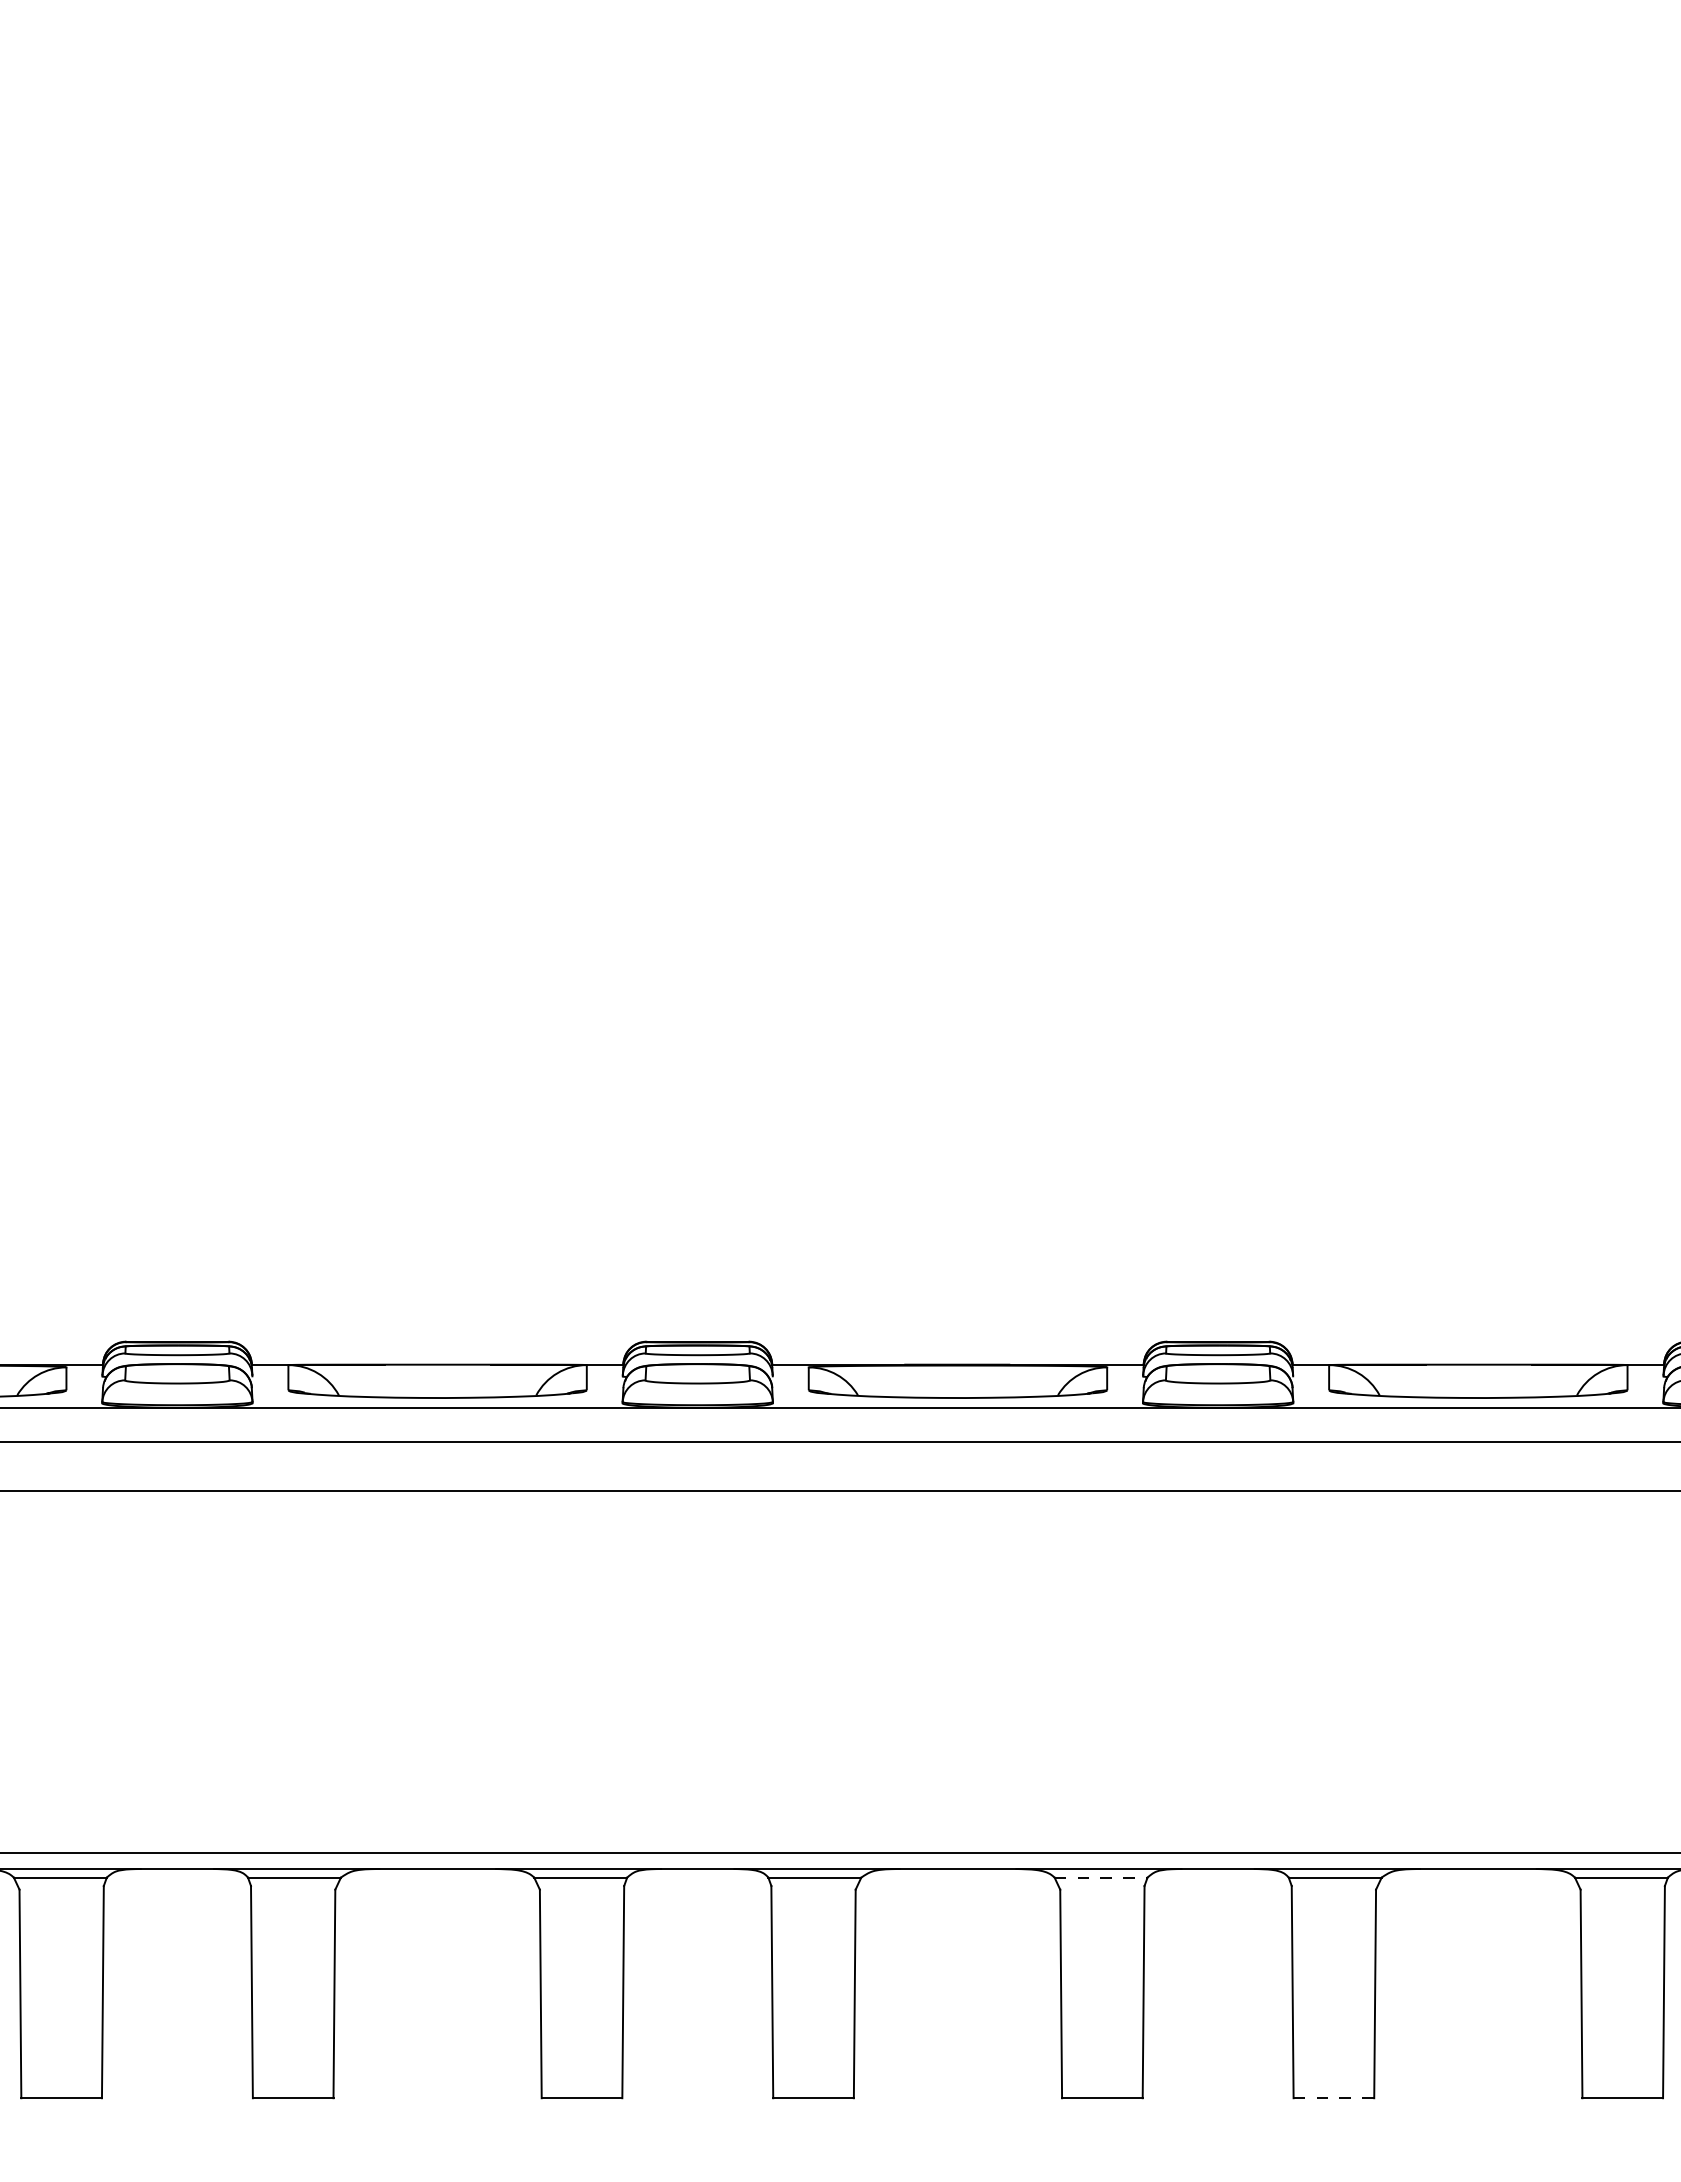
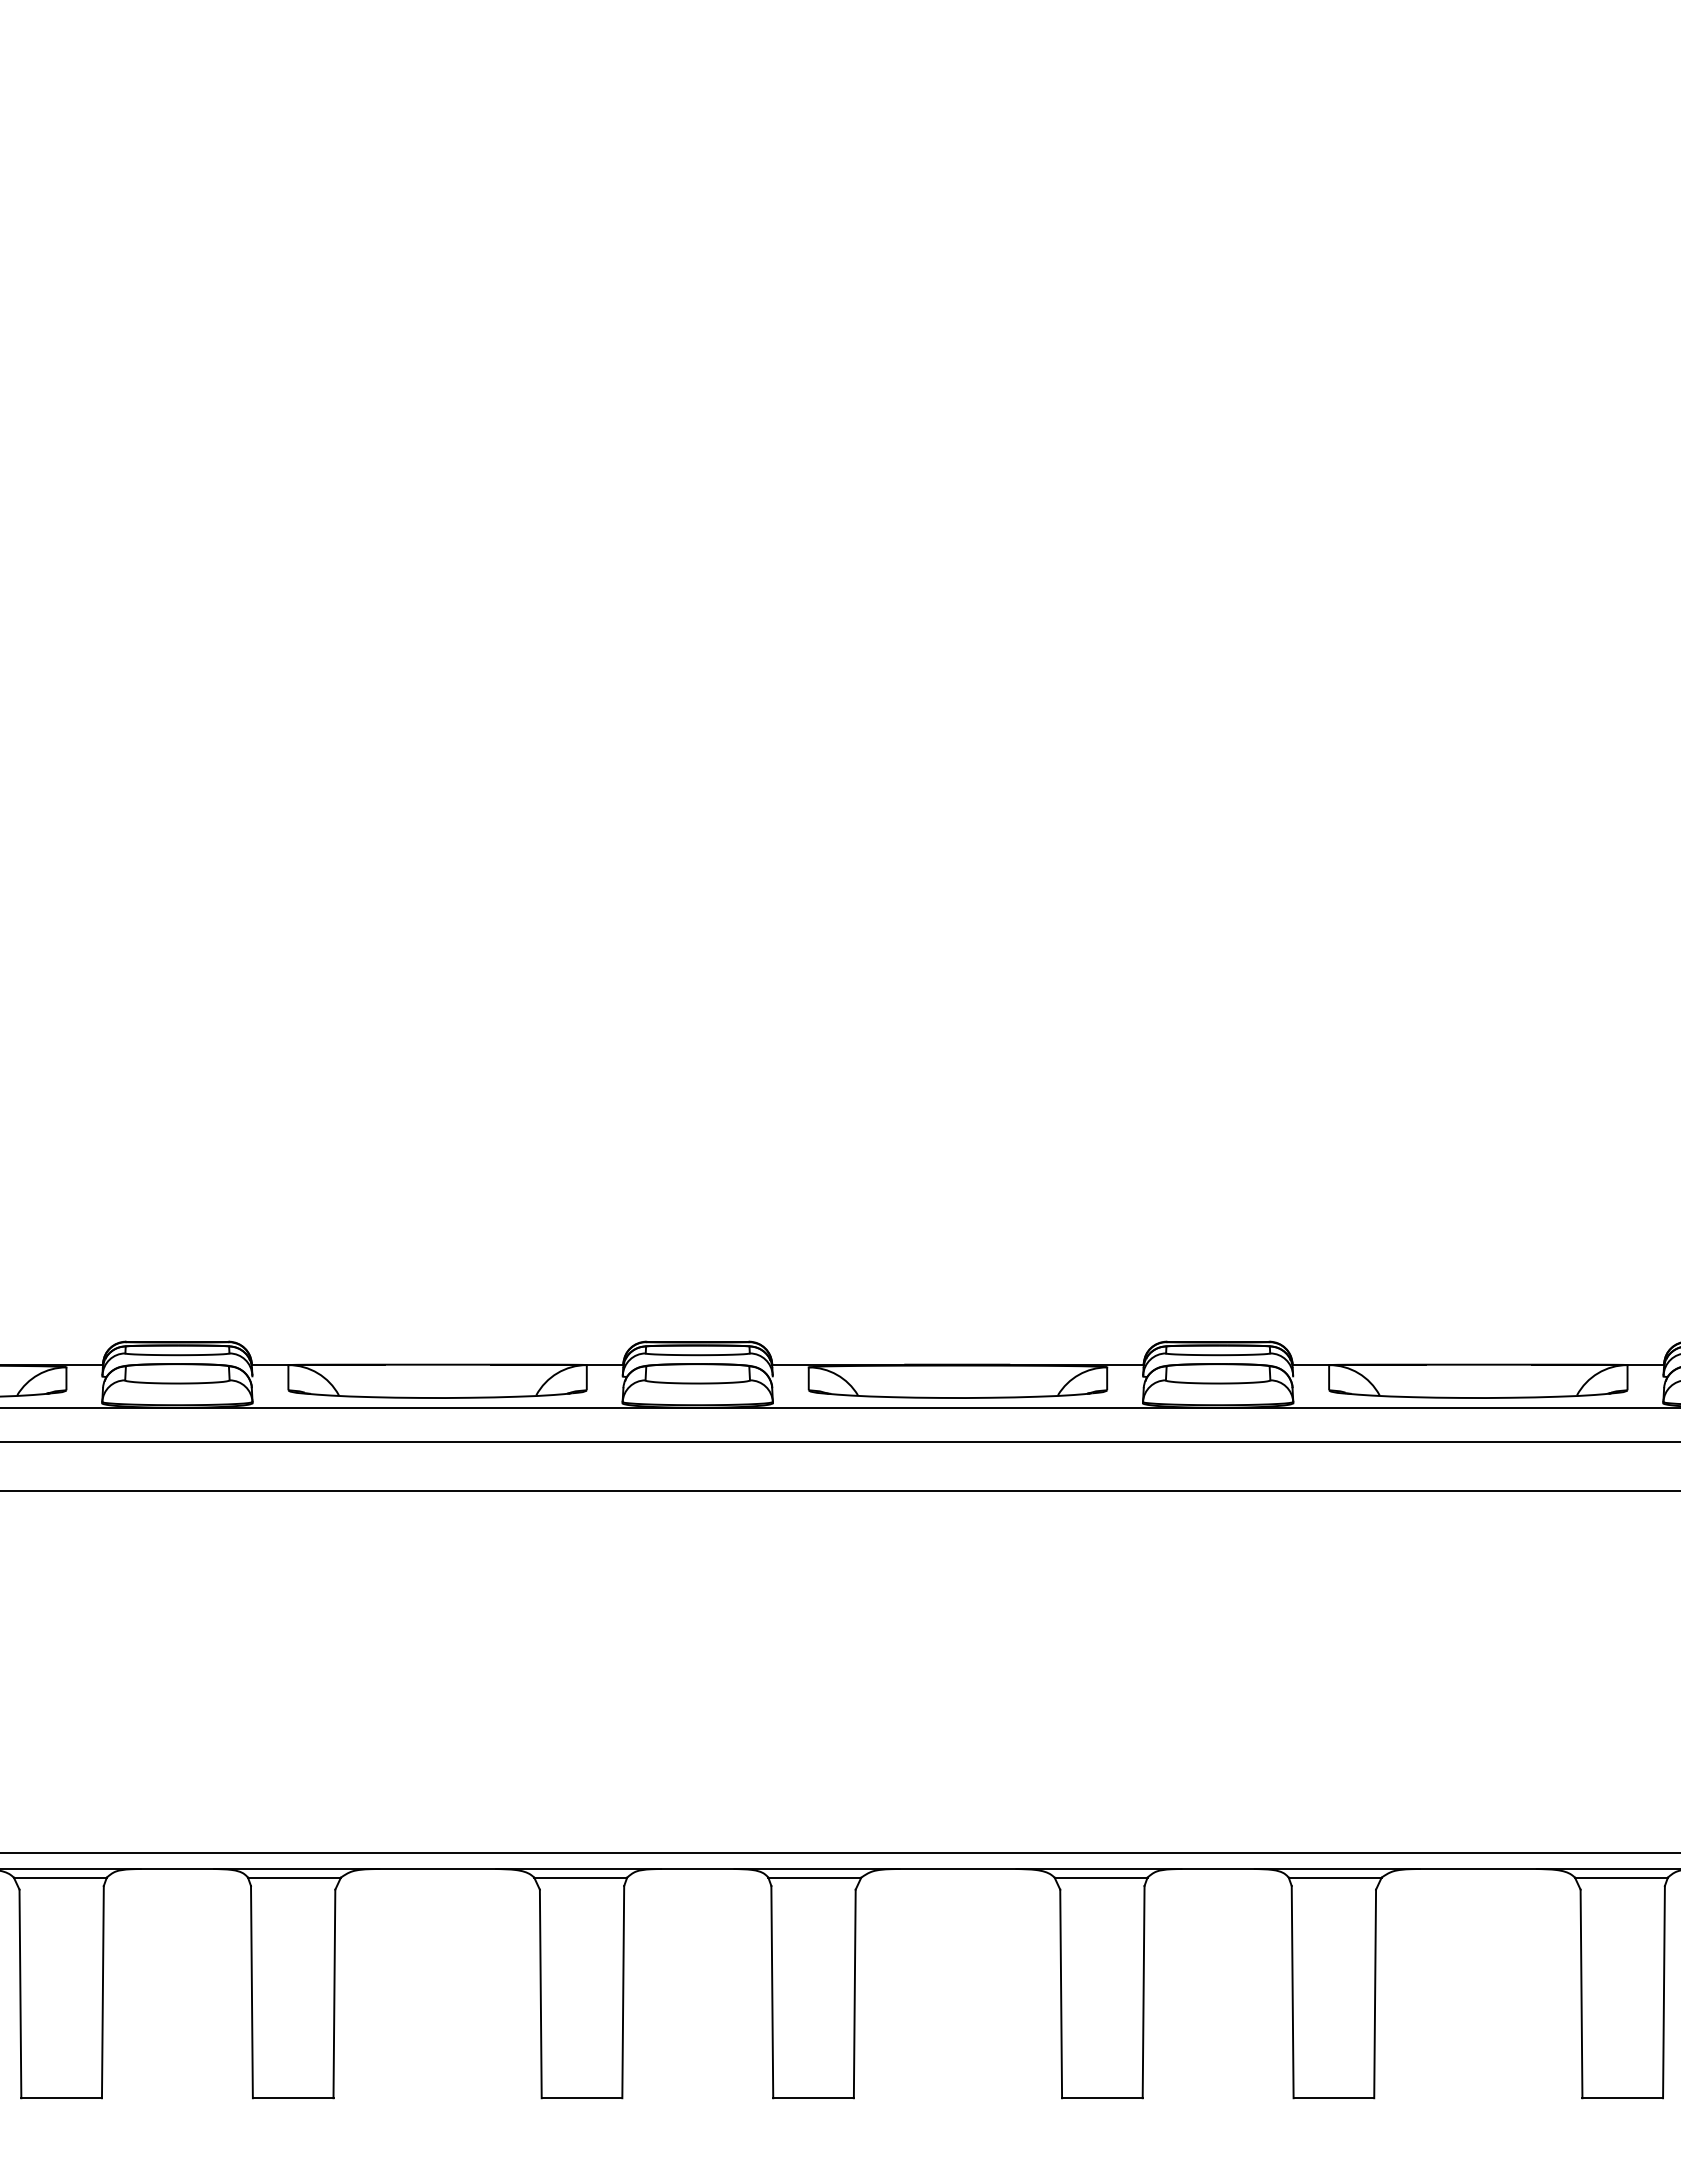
line at (1101, 1877): dashed -> solid
line at (1334, 2098): dashed -> solid
